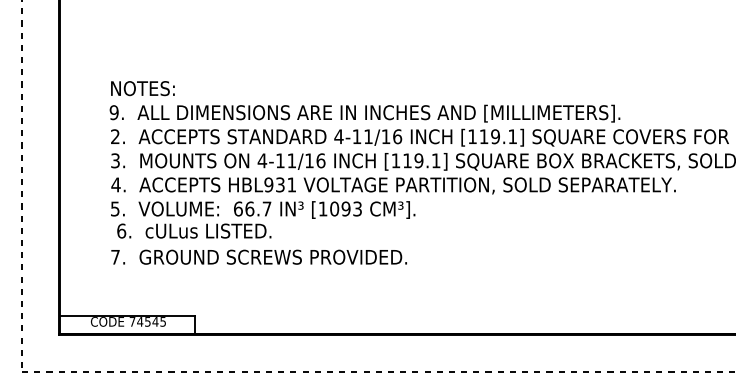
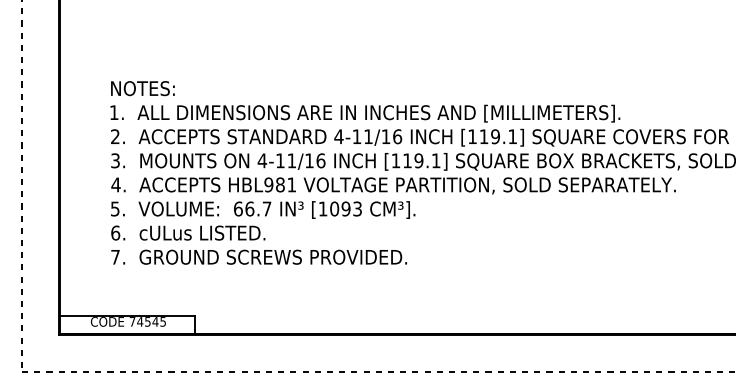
text at (113, 112): 9. -> 1.
text at (280, 184): HBL931 -> HBL981
text at (194, 230) position: (194, 230) -> (188, 232)
